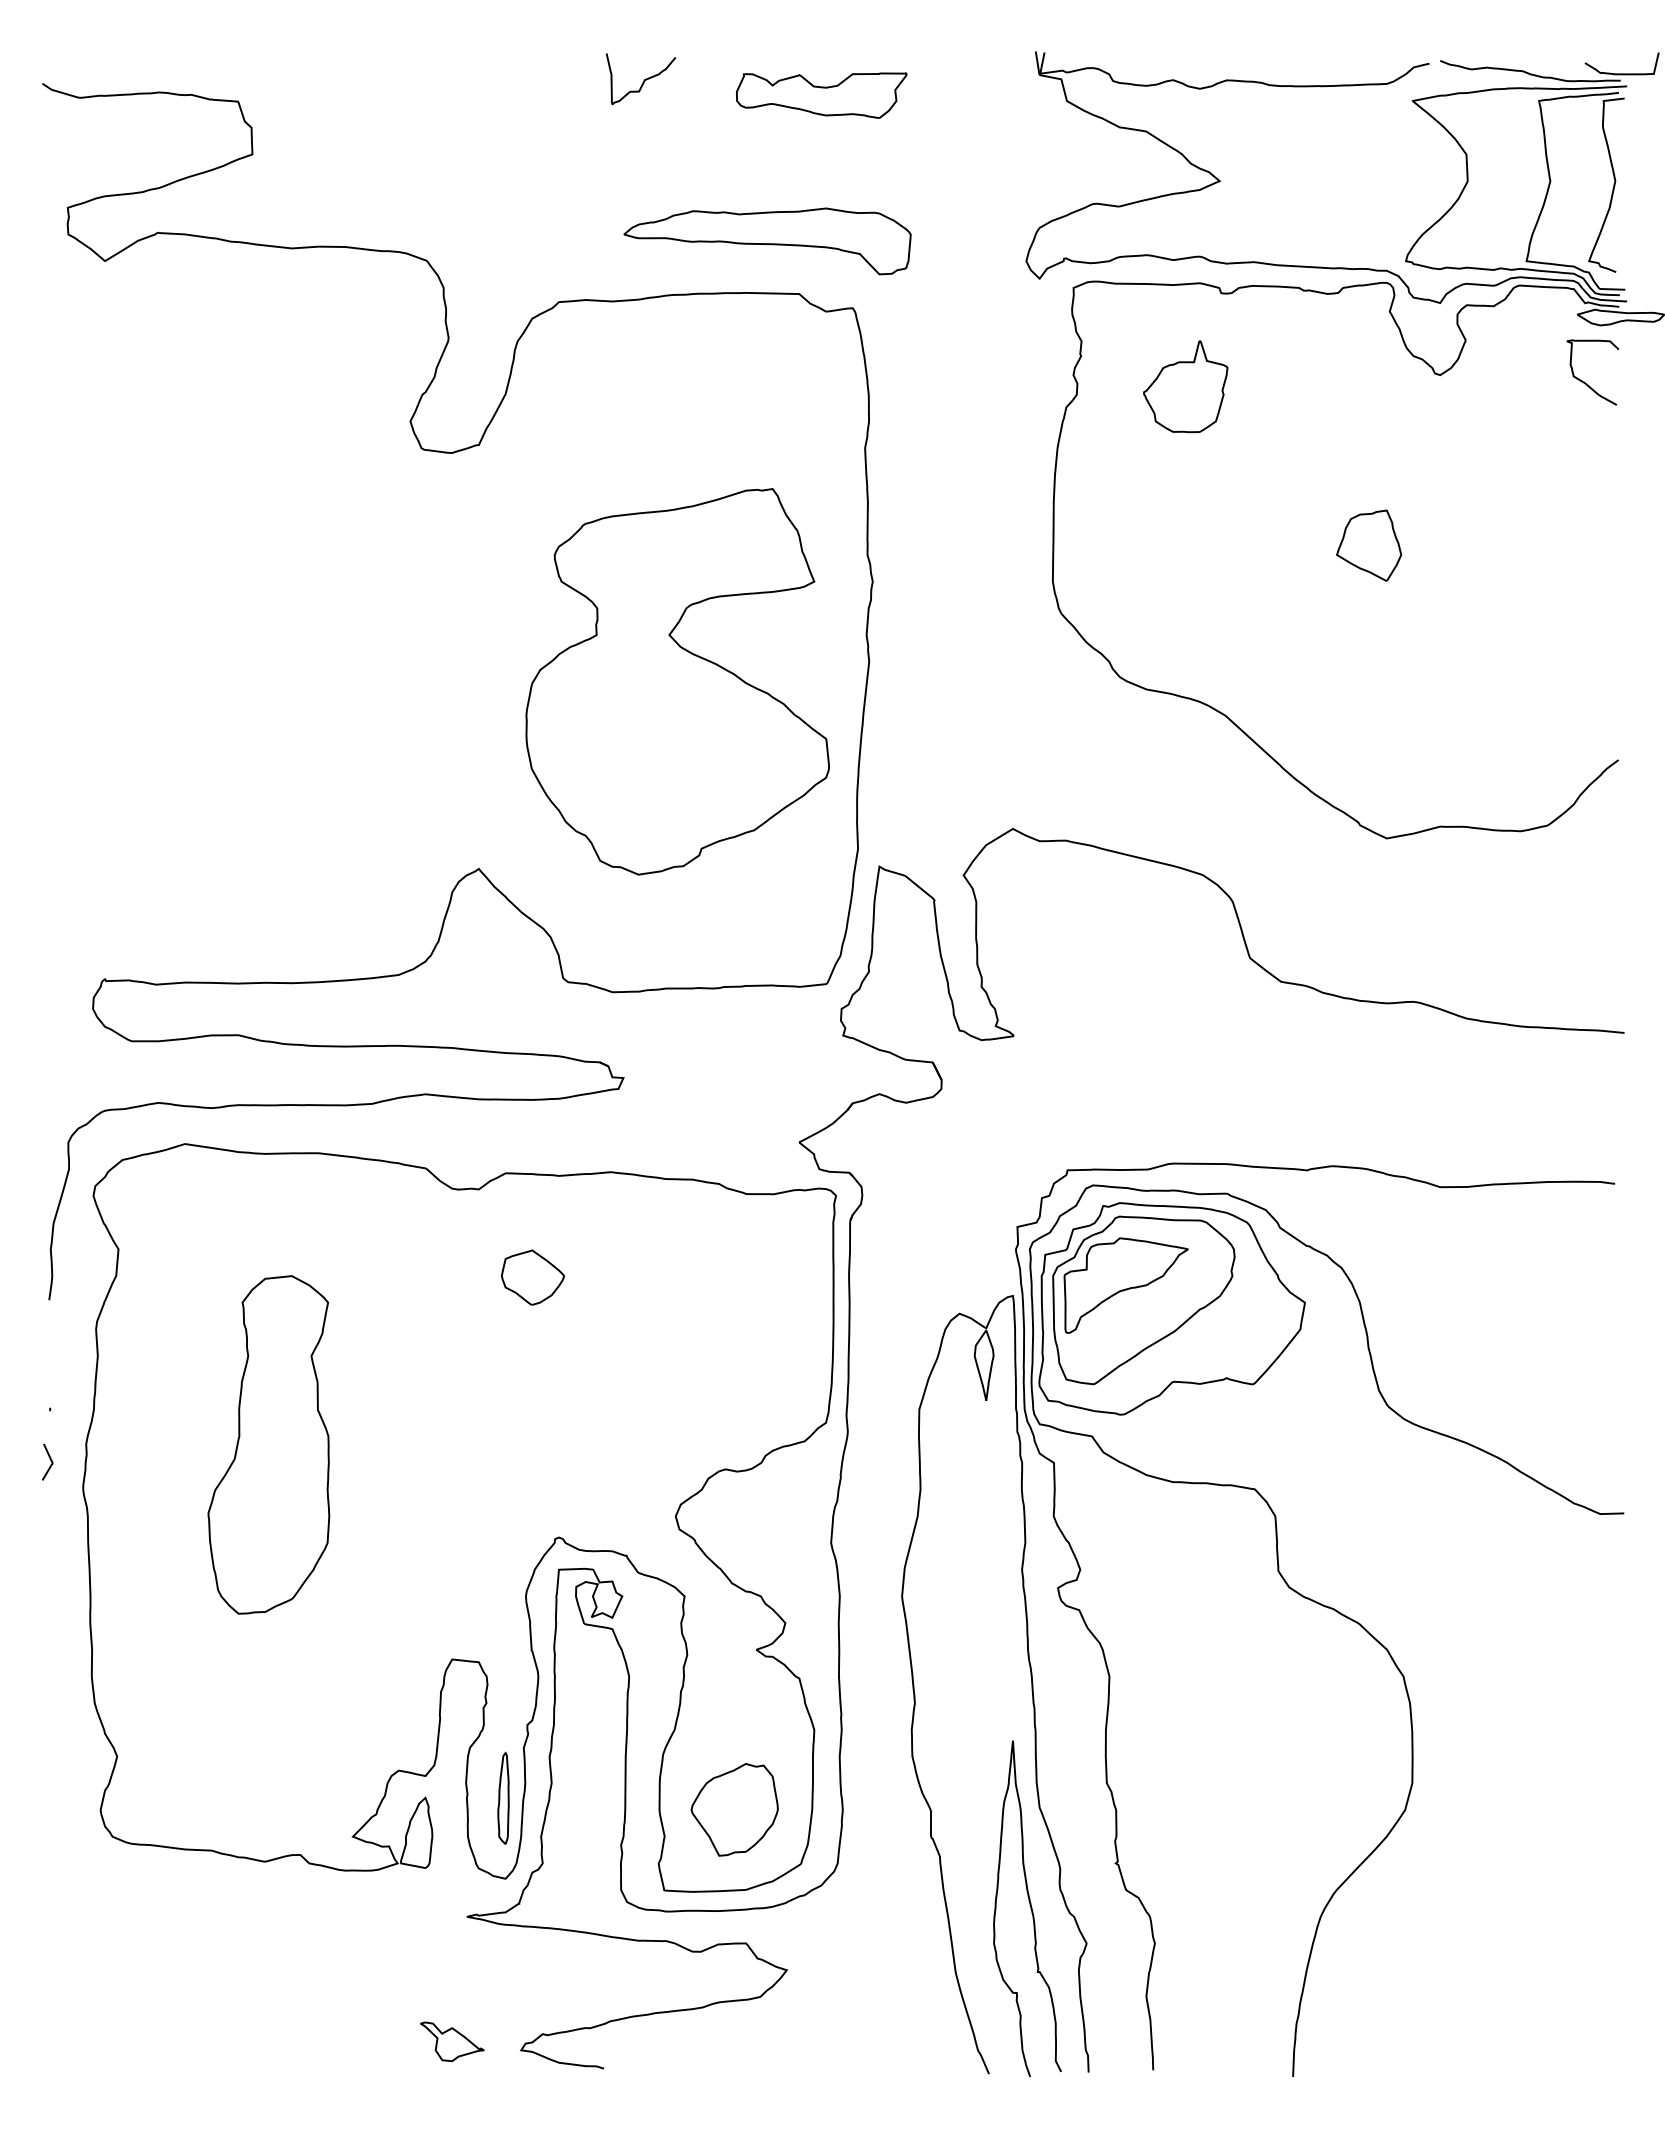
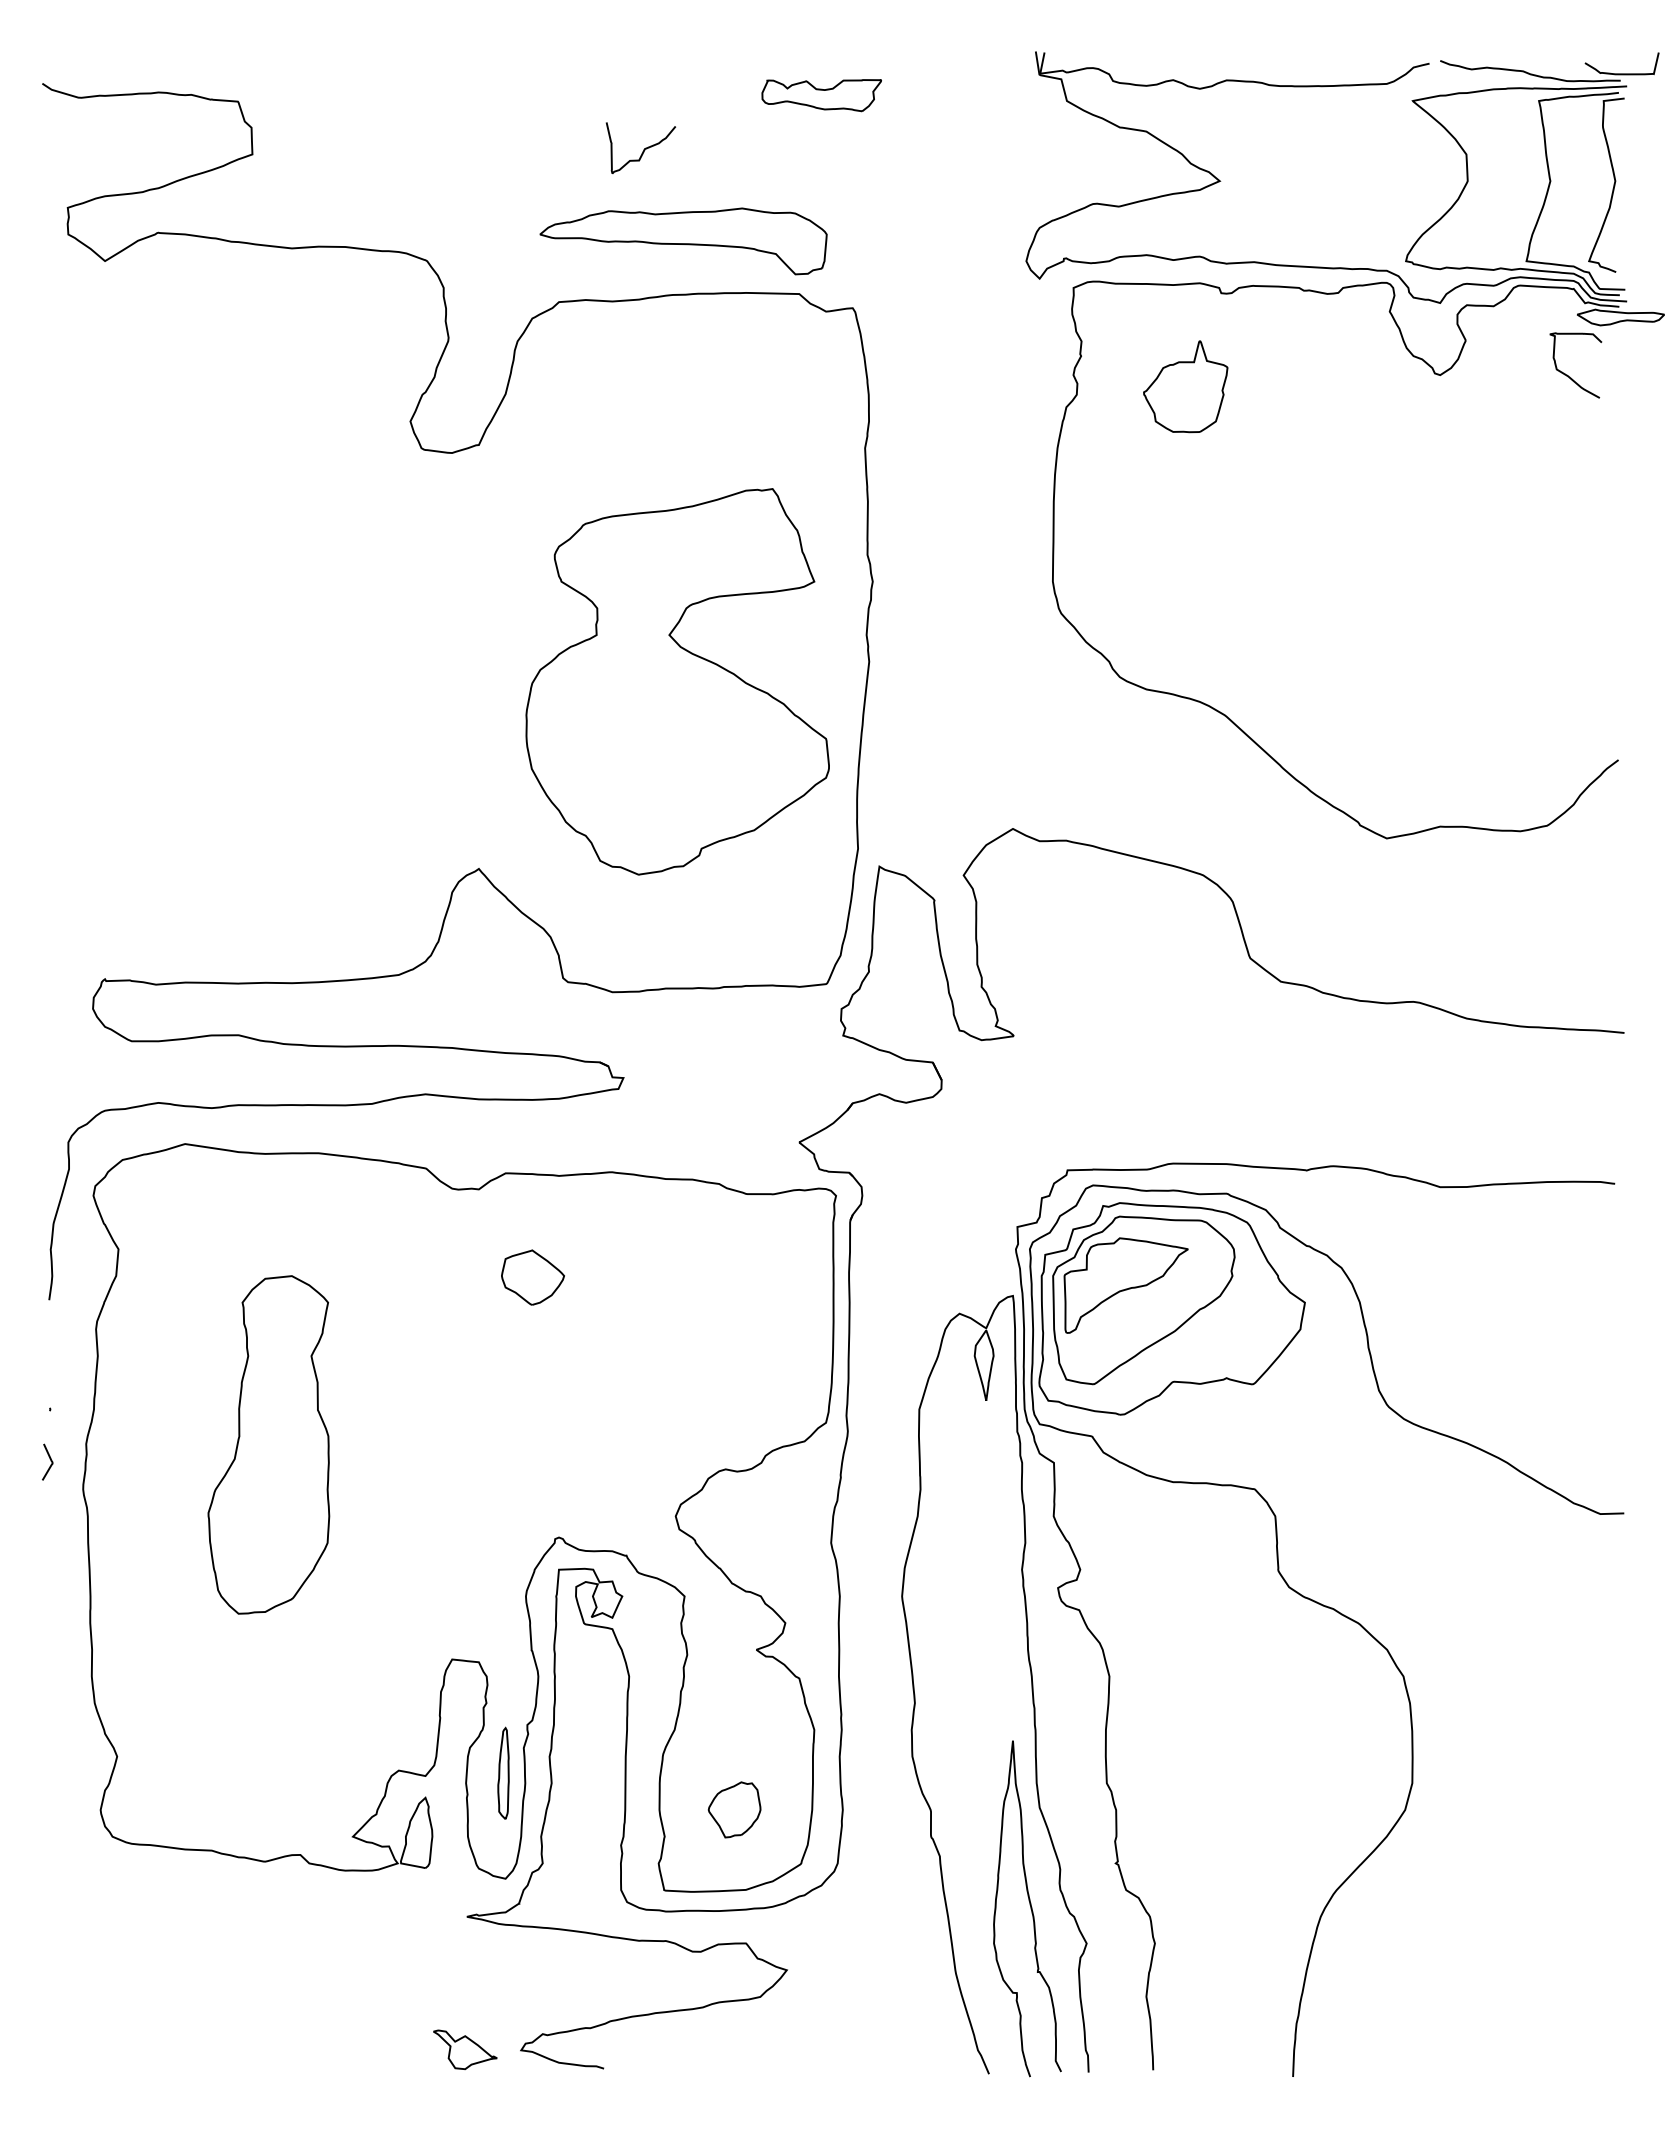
curve at (643, 80) position: (643, 80) -> (643, 149)
part at (821, 95) size: 172x47 px -> 121x34 px
part at (767, 241) position: (767, 241) -> (683, 241)
curve at (1584, 381) position: (1584, 381) -> (1567, 374)
part at (1369, 545): present -> none
part at (503, 1797) position: (503, 1797) -> (503, 1772)
part at (734, 1809) size: 89x94 px -> 55x58 px
part at (452, 2041) position: (452, 2041) -> (465, 2049)
